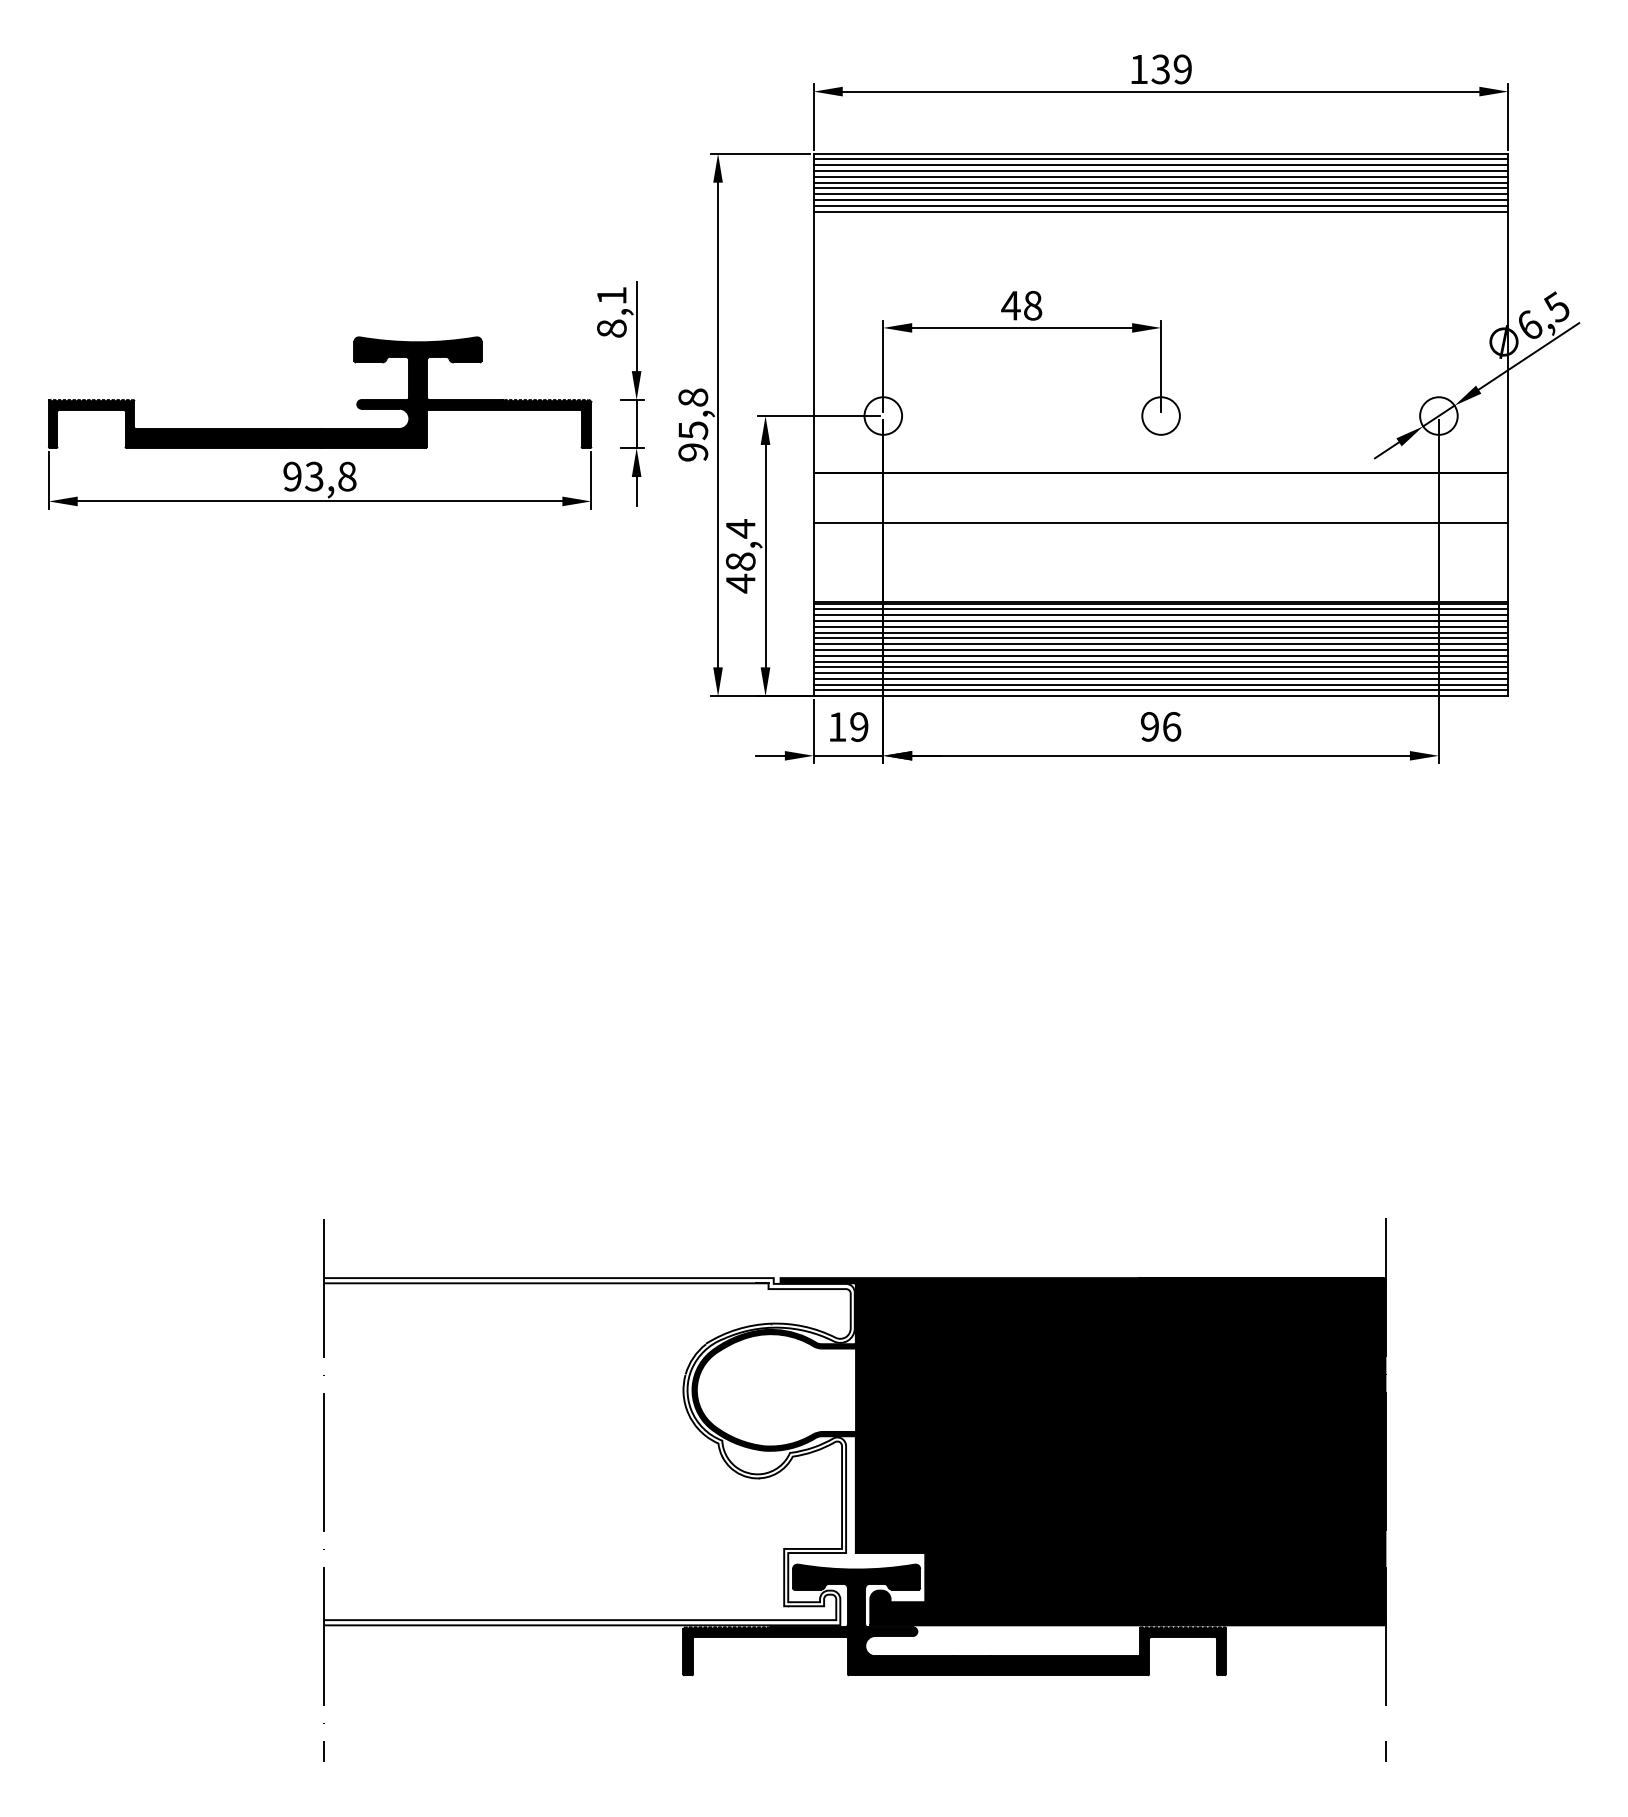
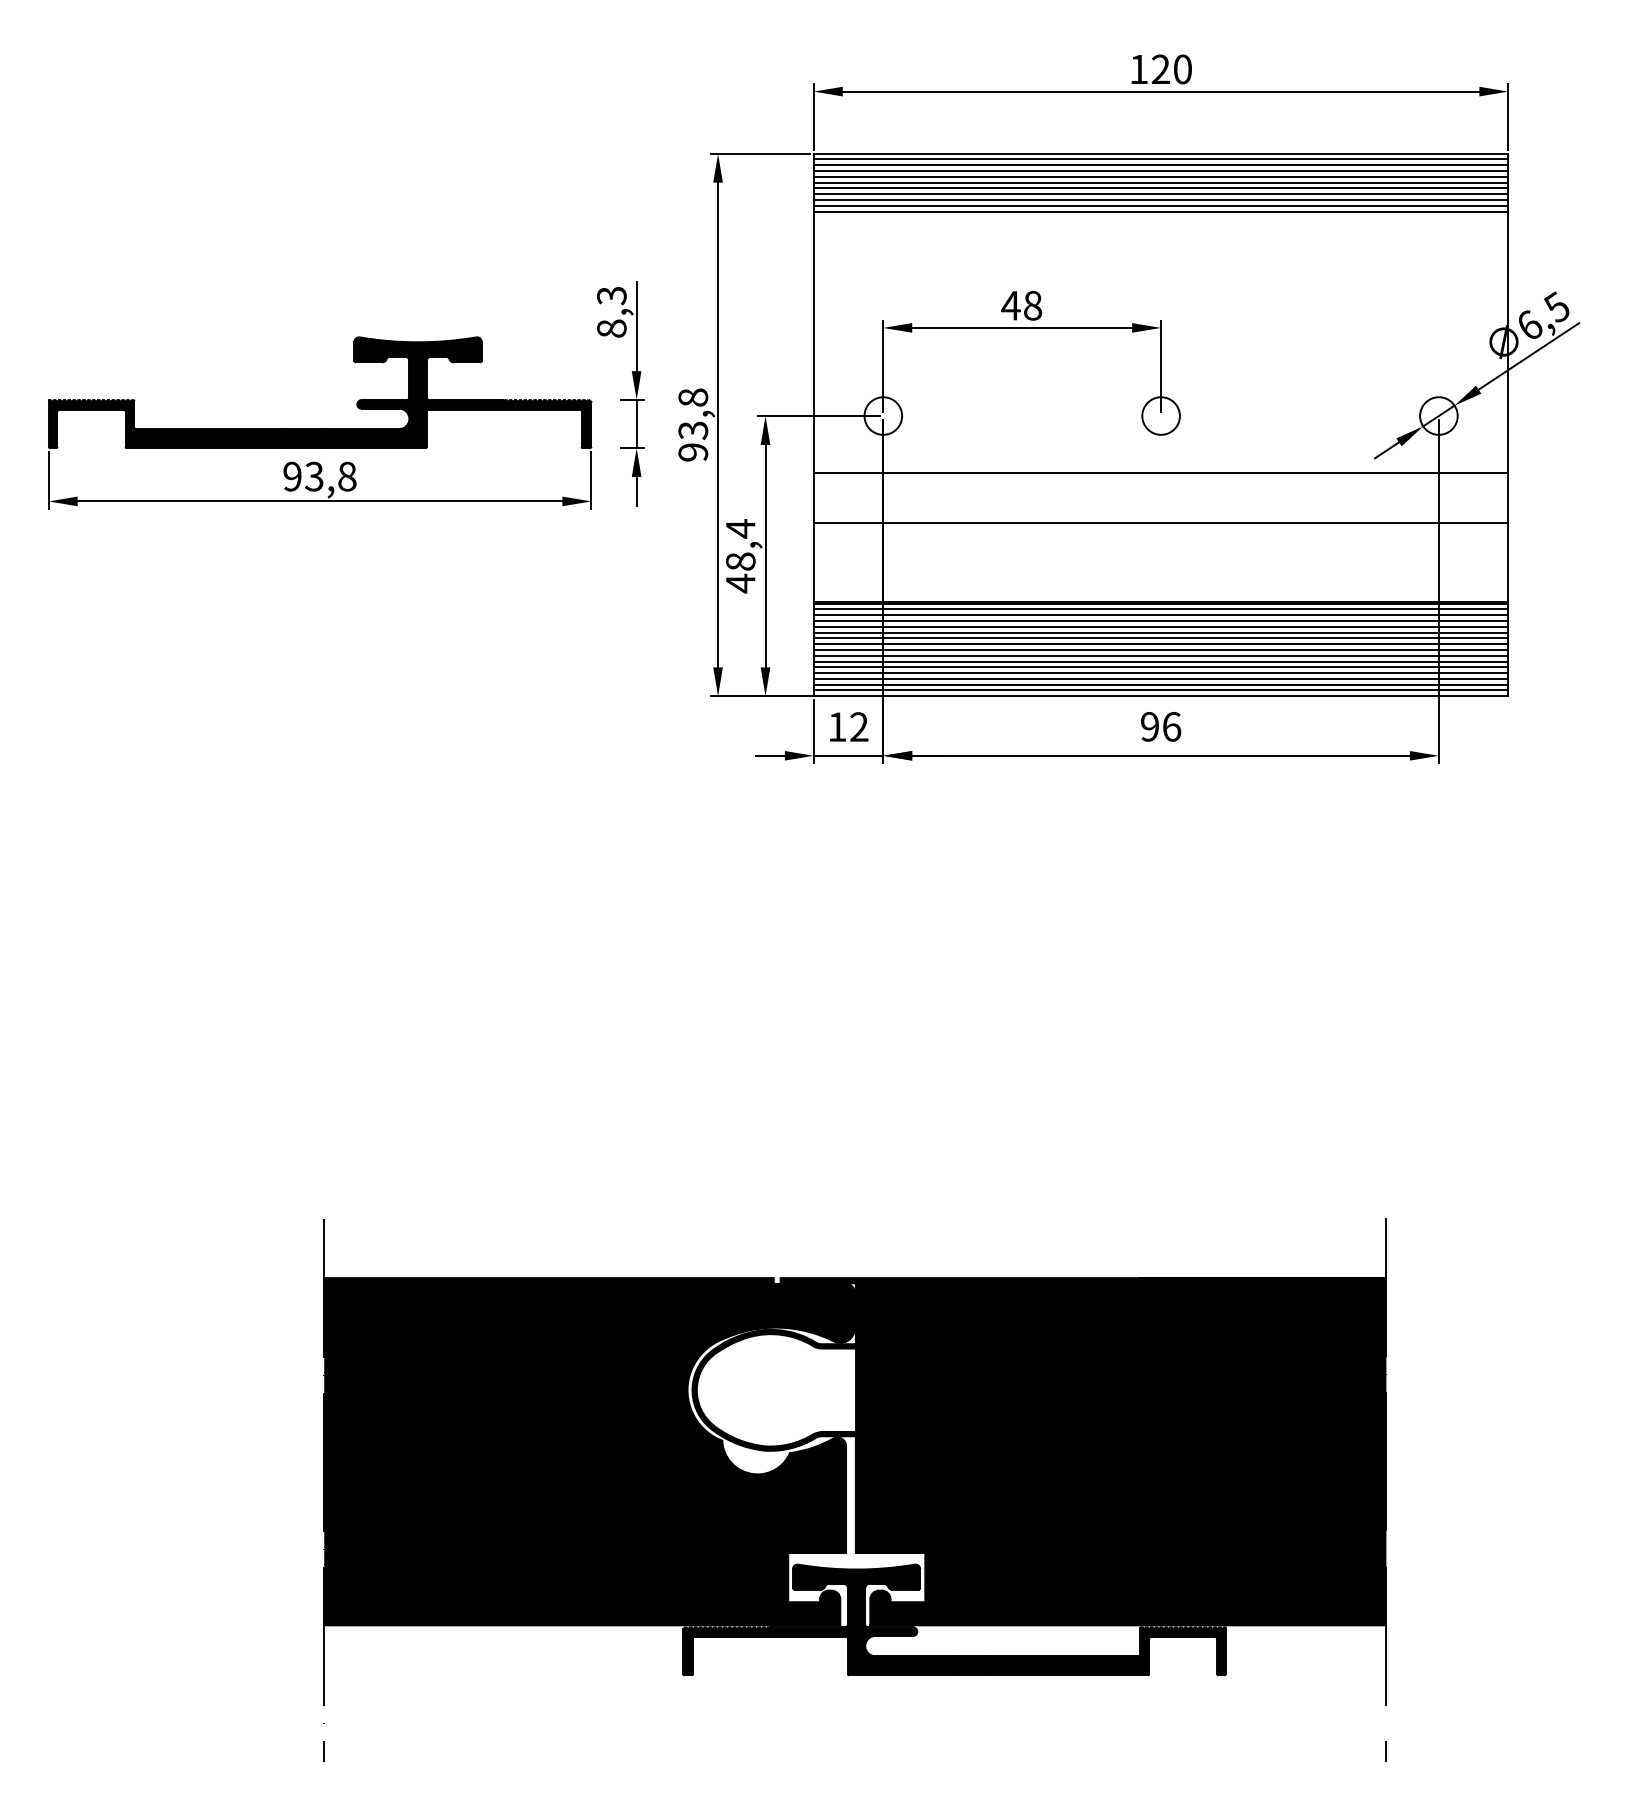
text at (1171, 69): 139 -> 120
text at (611, 296): 8,1 -> 8,3
text at (692, 430): 95,8 -> 93,8
text at (859, 726): 19 -> 12
fill at (589, 1451): none -> present
